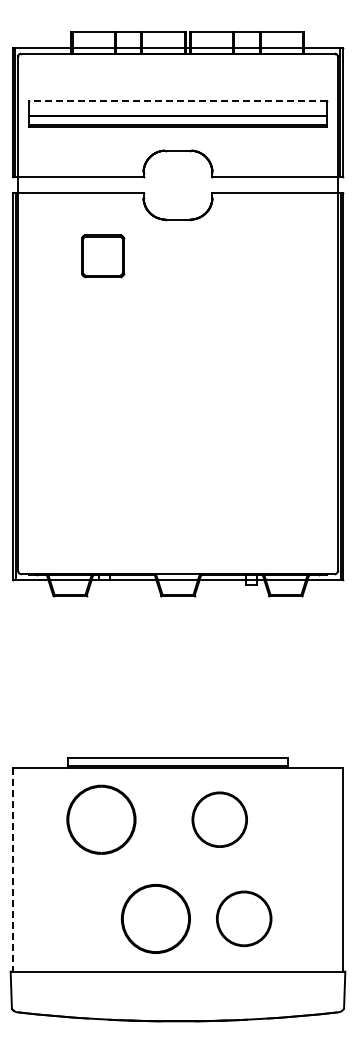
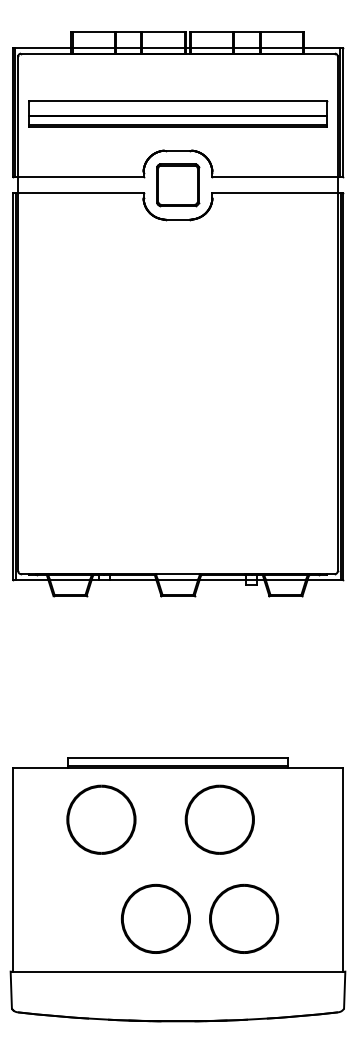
line at (178, 101): dashed -> solid
part at (103, 256) position: (103, 256) -> (178, 185)
part at (219, 819) size: 57x57 px -> 71x71 px
line at (12, 869): dashed -> solid
part at (244, 918) size: 57x58 px -> 71x71 px
